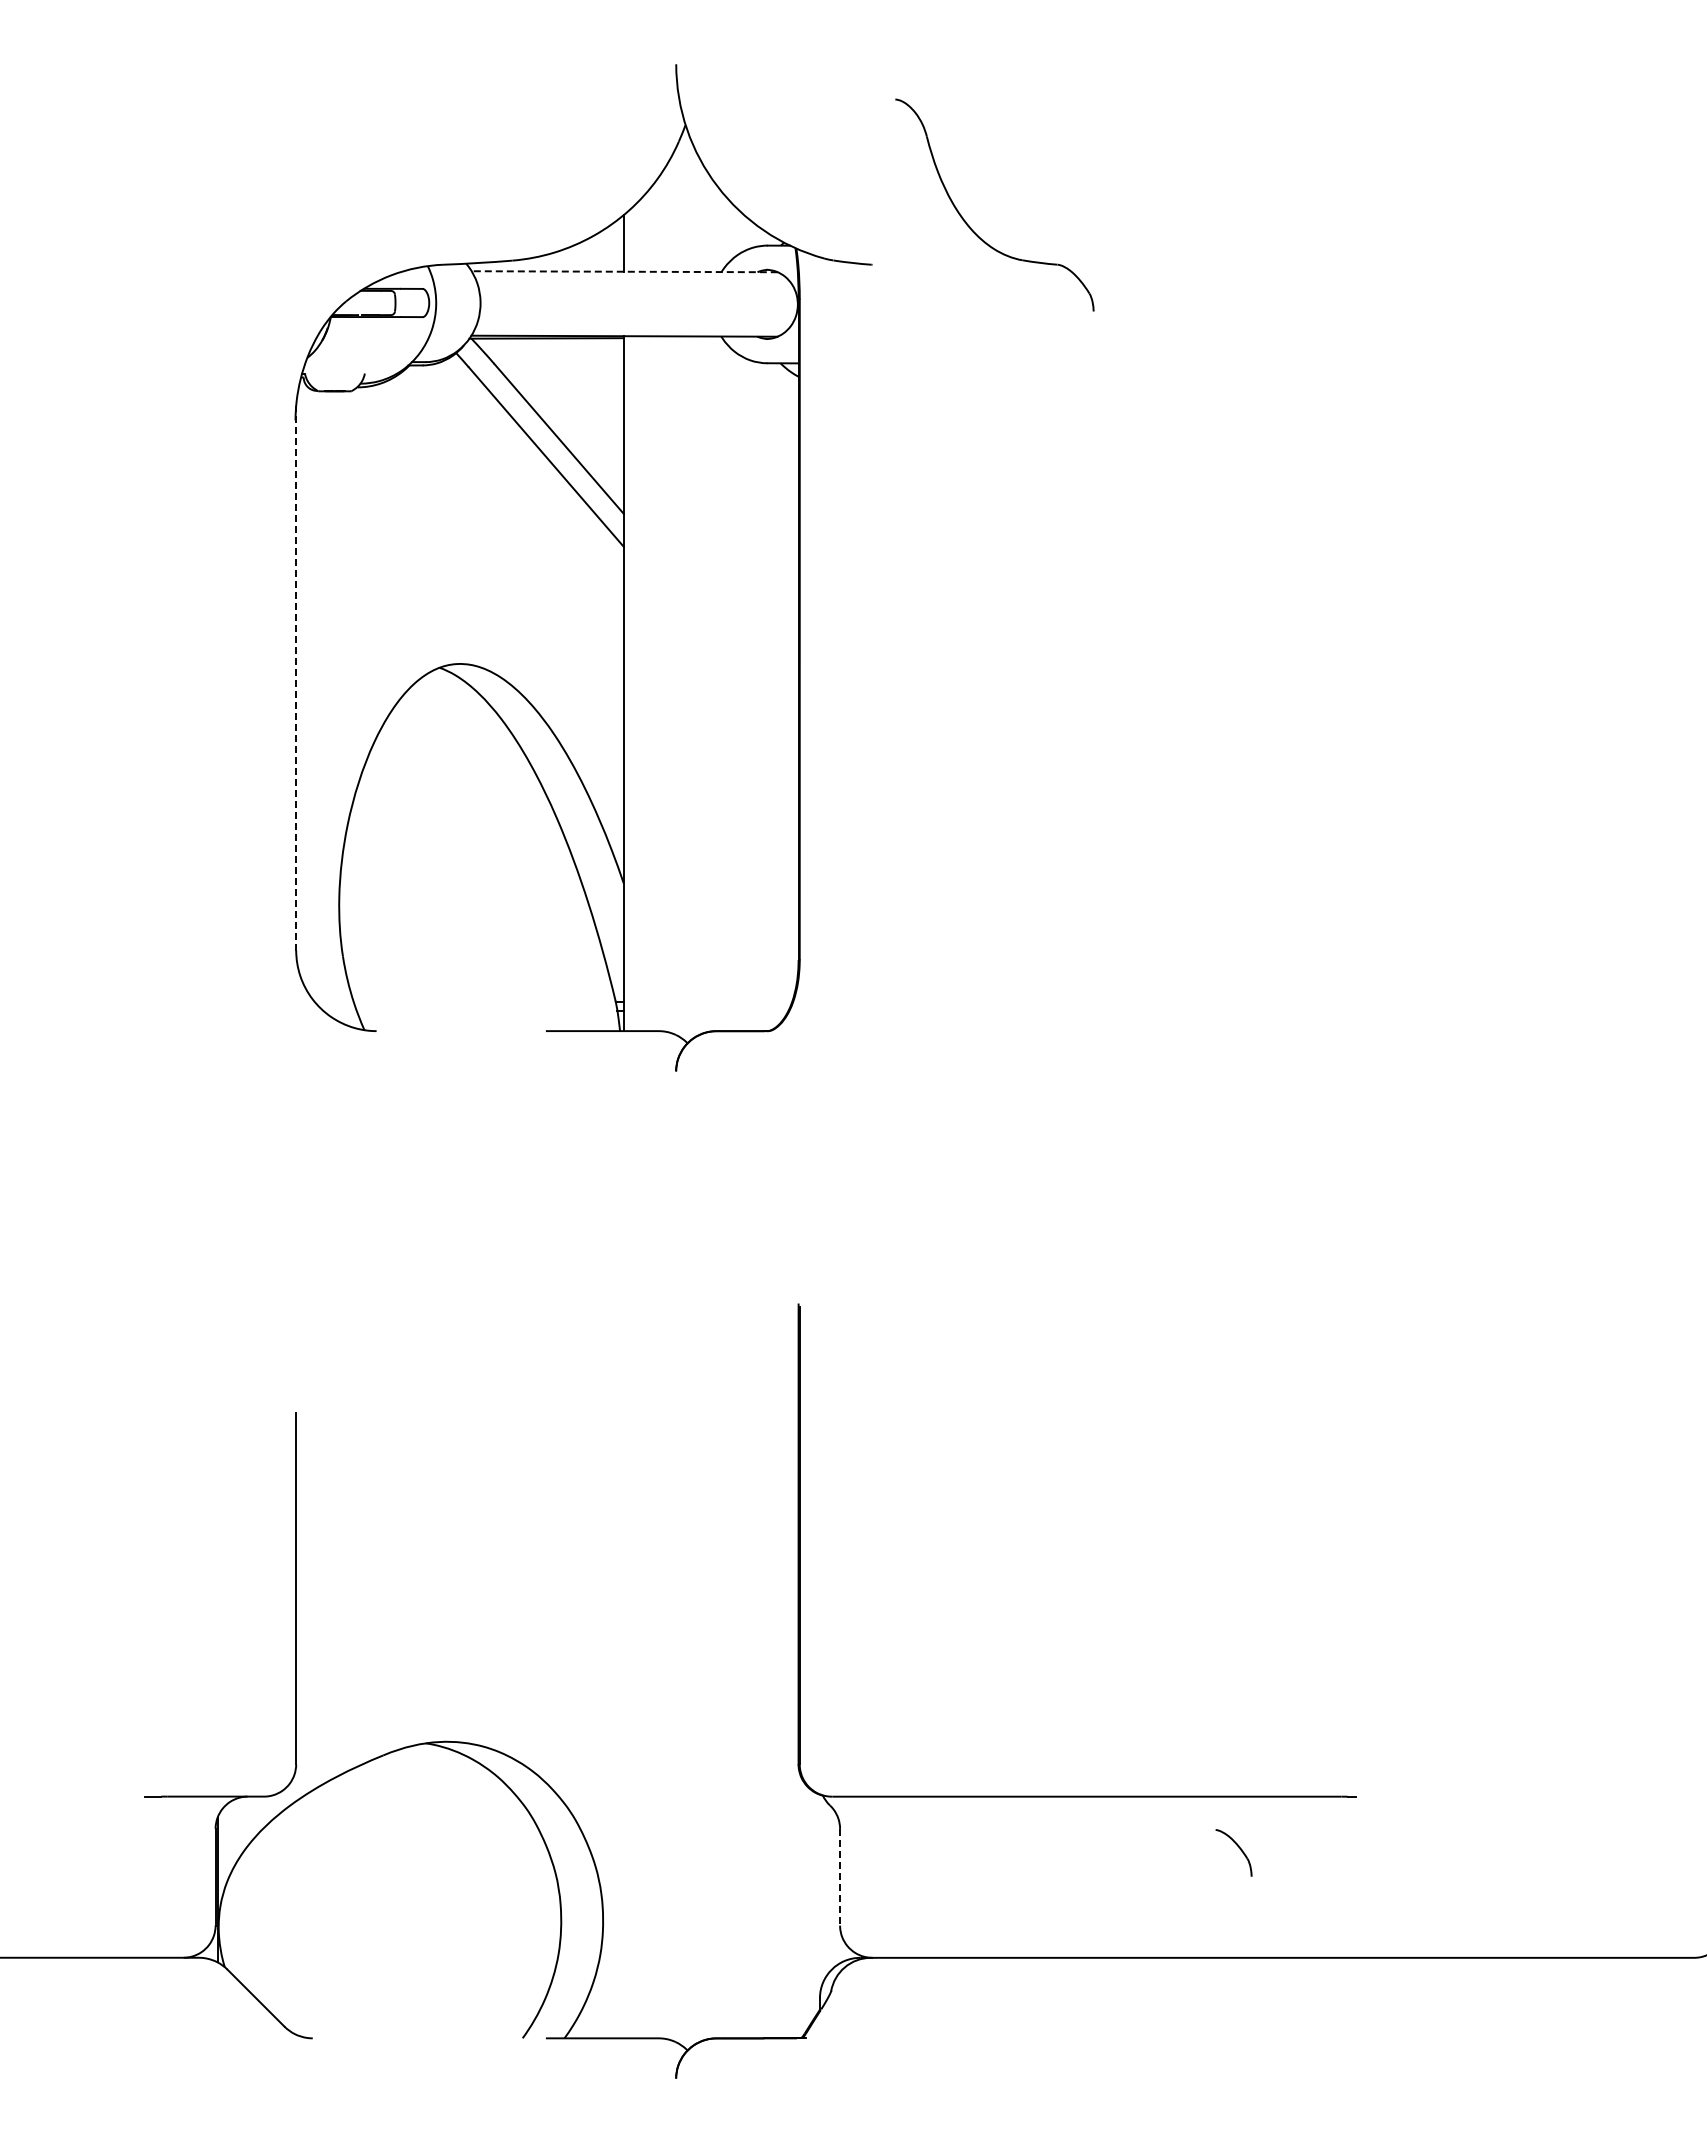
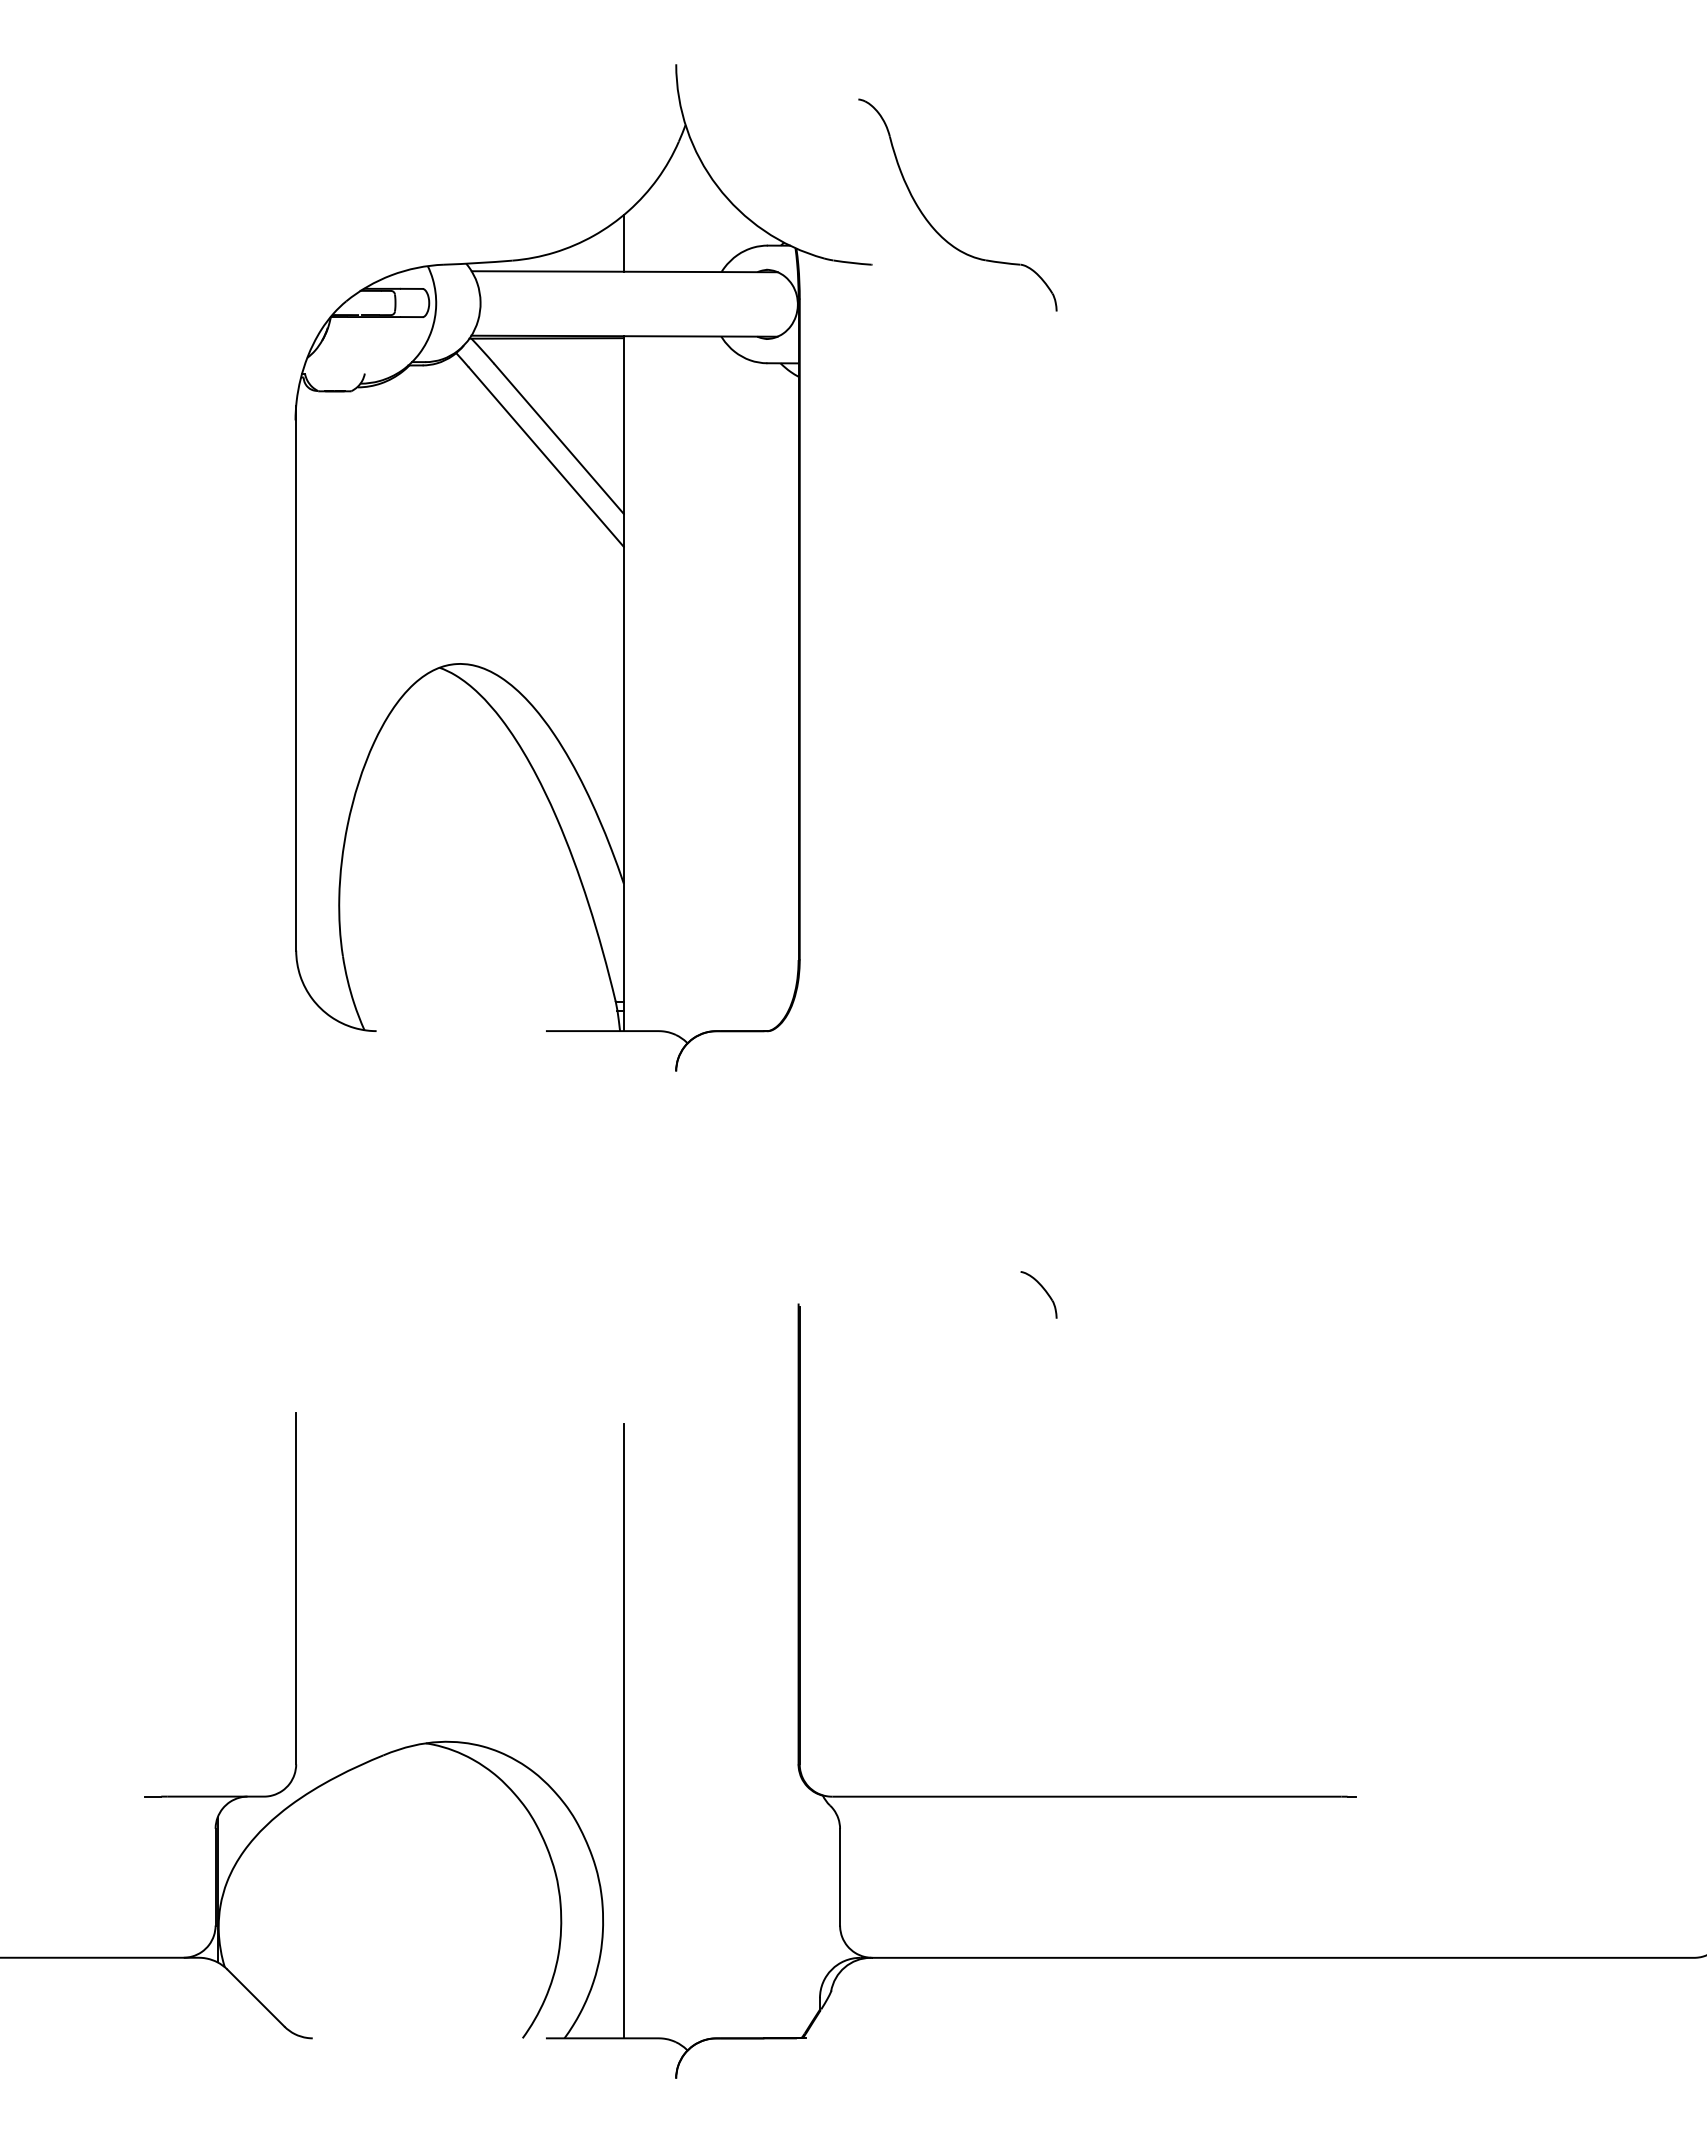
part at (970, 226) position: (970, 226) -> (933, 226)
line at (624, 271): dashed -> solid
line at (296, 677): dashed -> solid
line at (623, 1731): none -> present
part at (1239, 1849) position: (1239, 1849) -> (1044, 1291)
line at (840, 1877): dashed -> solid
